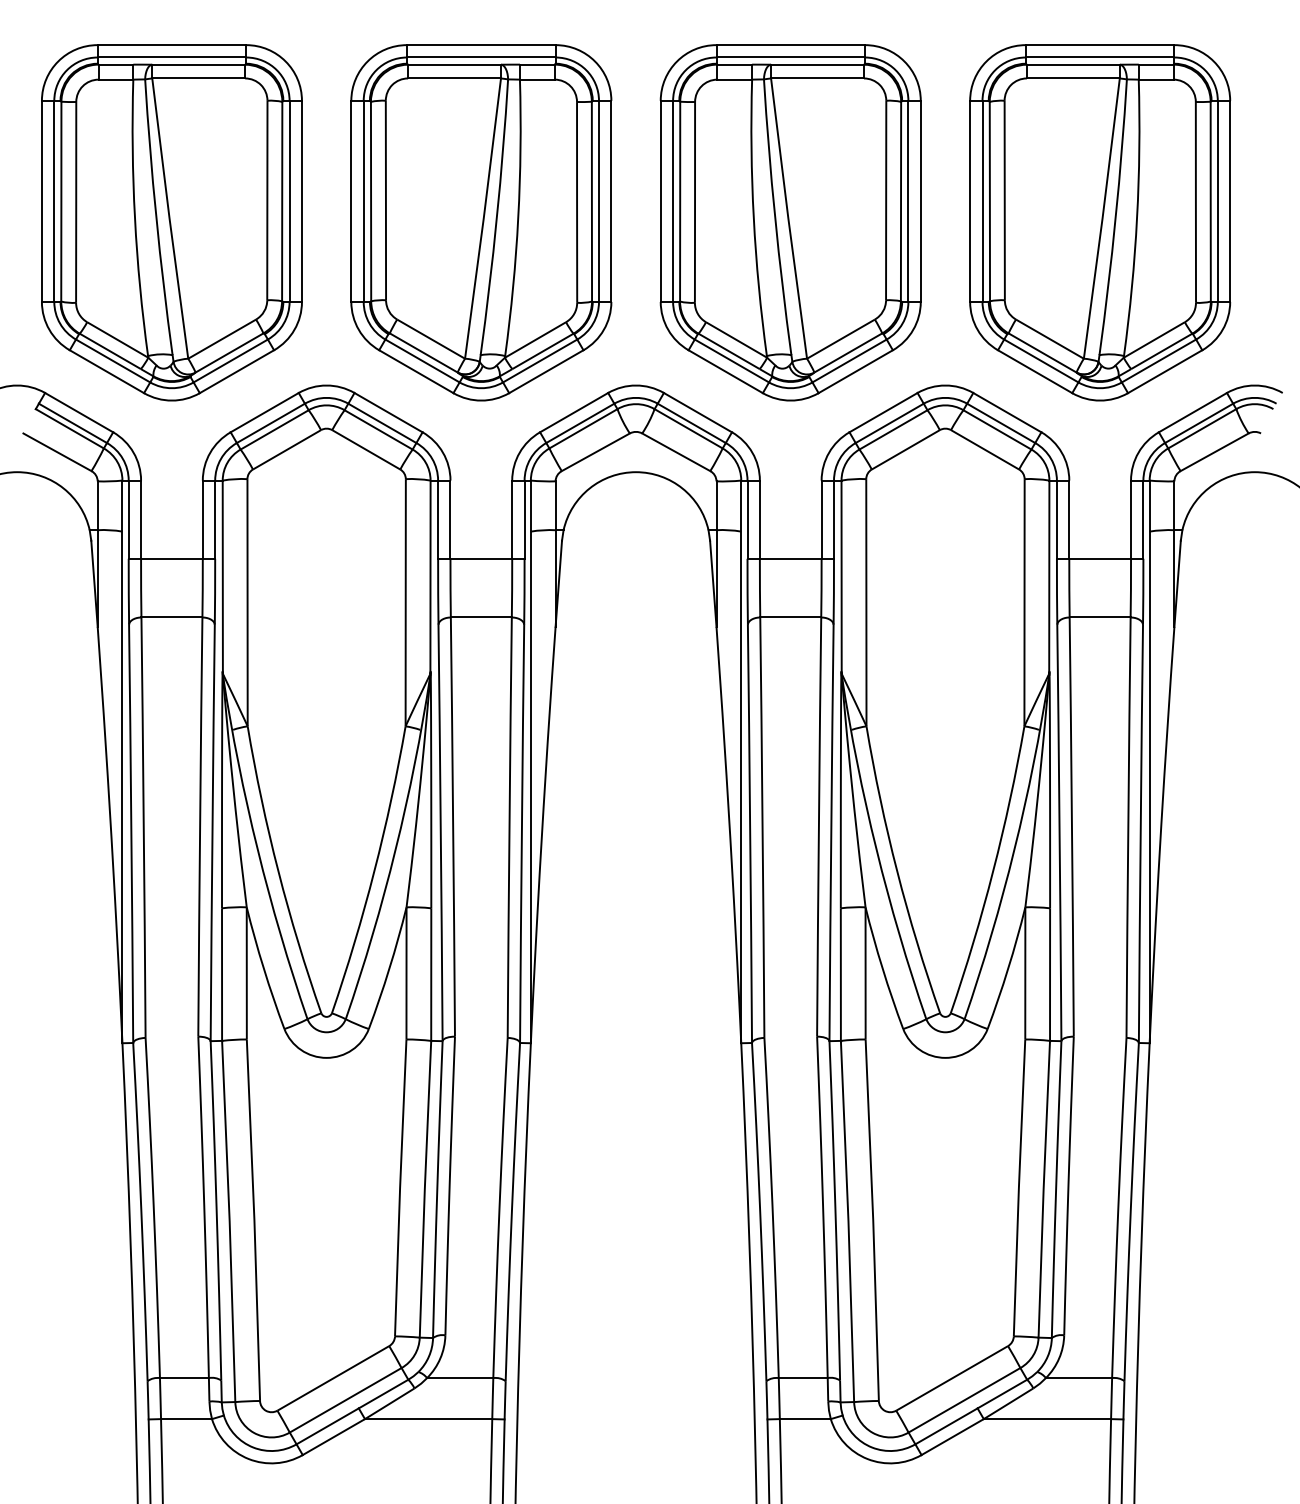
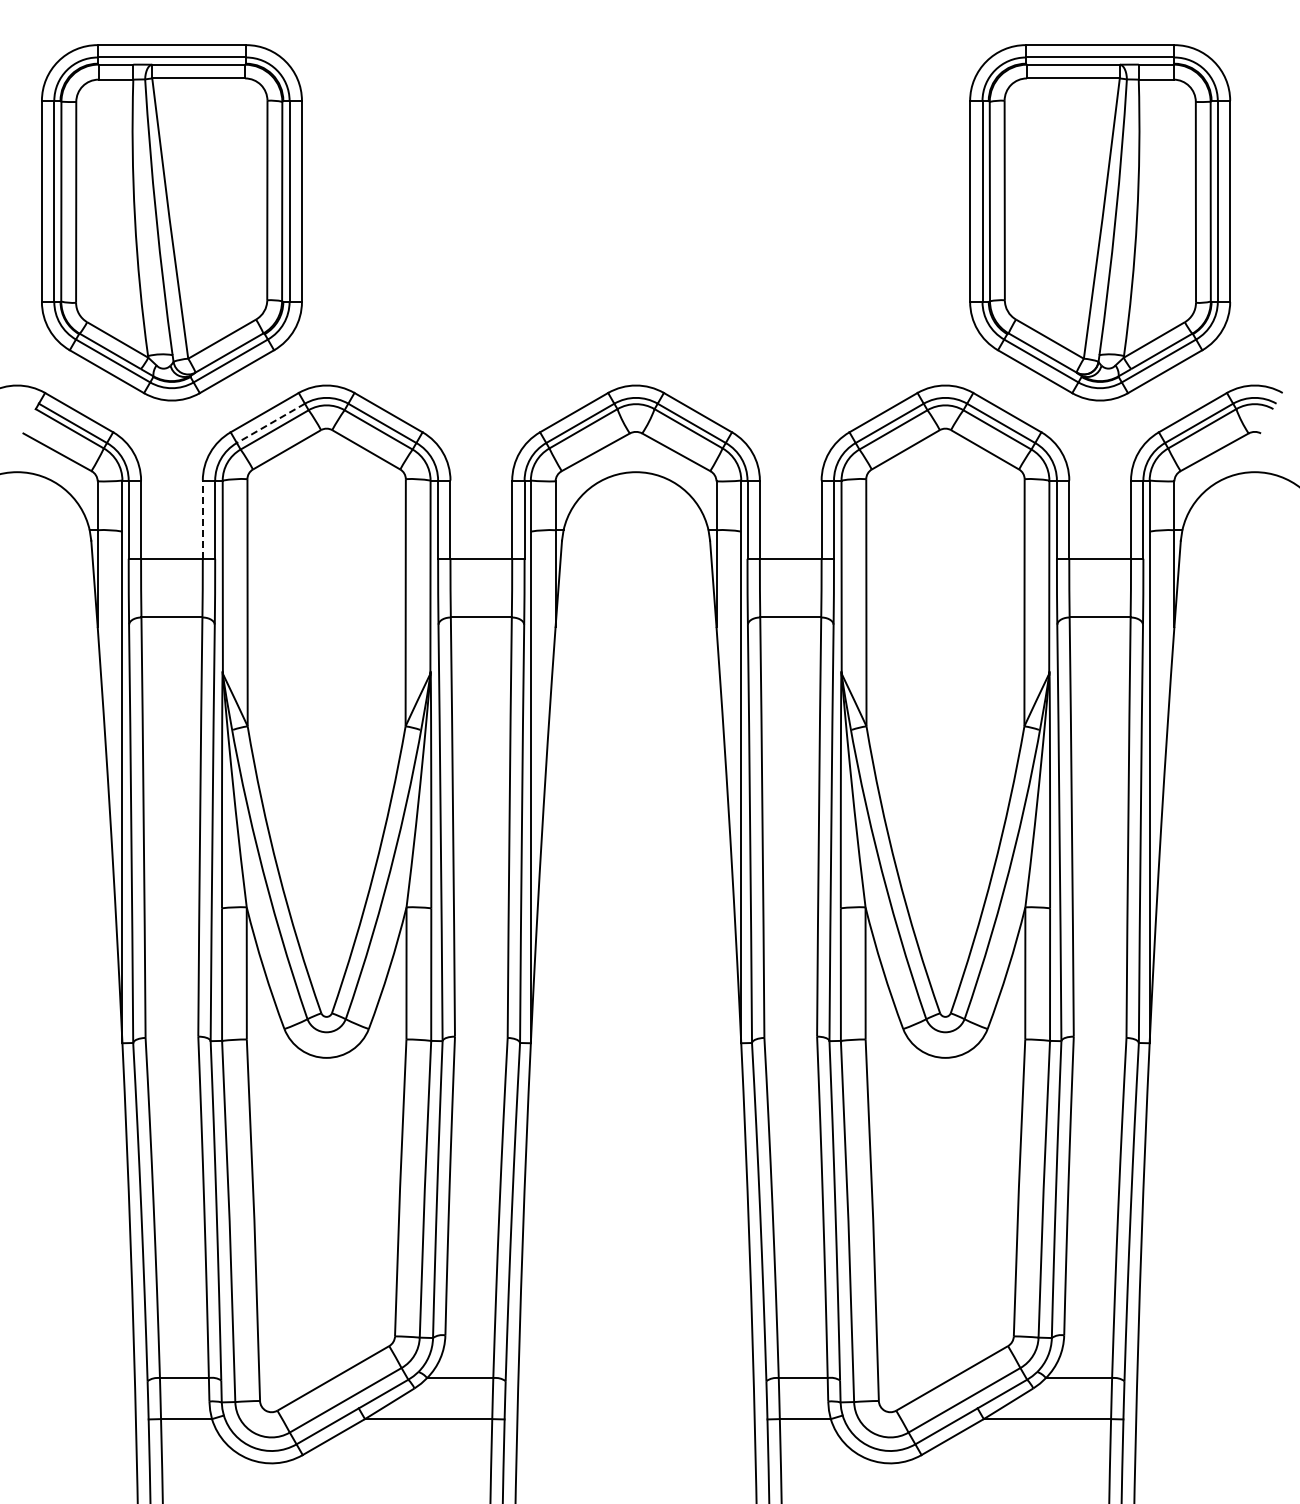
part at (481, 222): present -> none
part at (790, 222): present -> none
line at (270, 423): solid -> dashed
line at (202, 519): solid -> dashed
